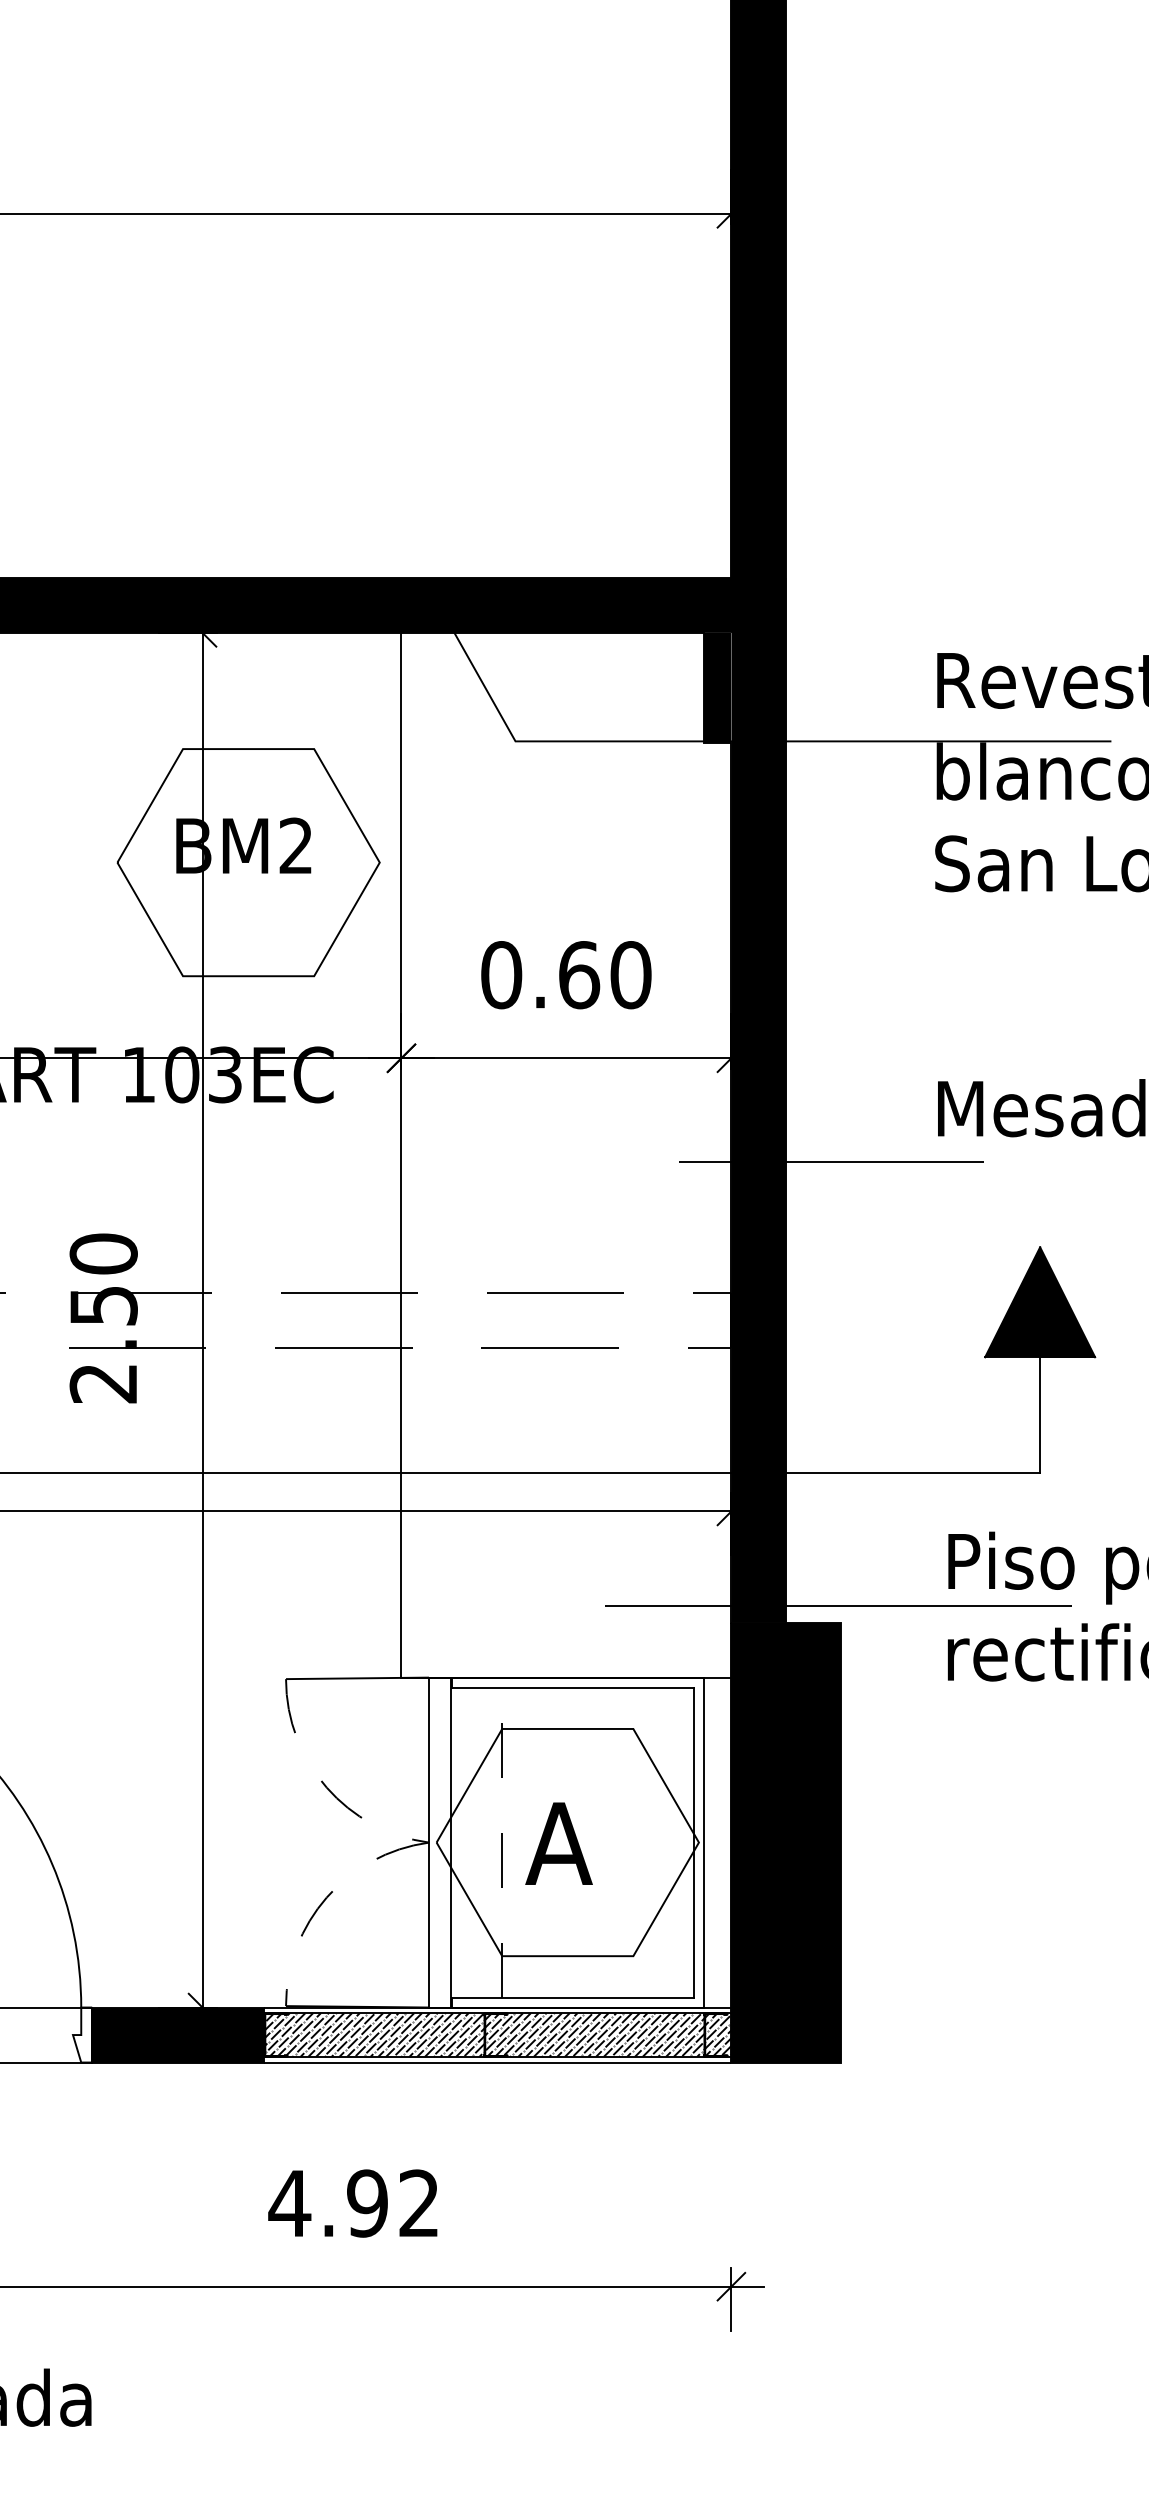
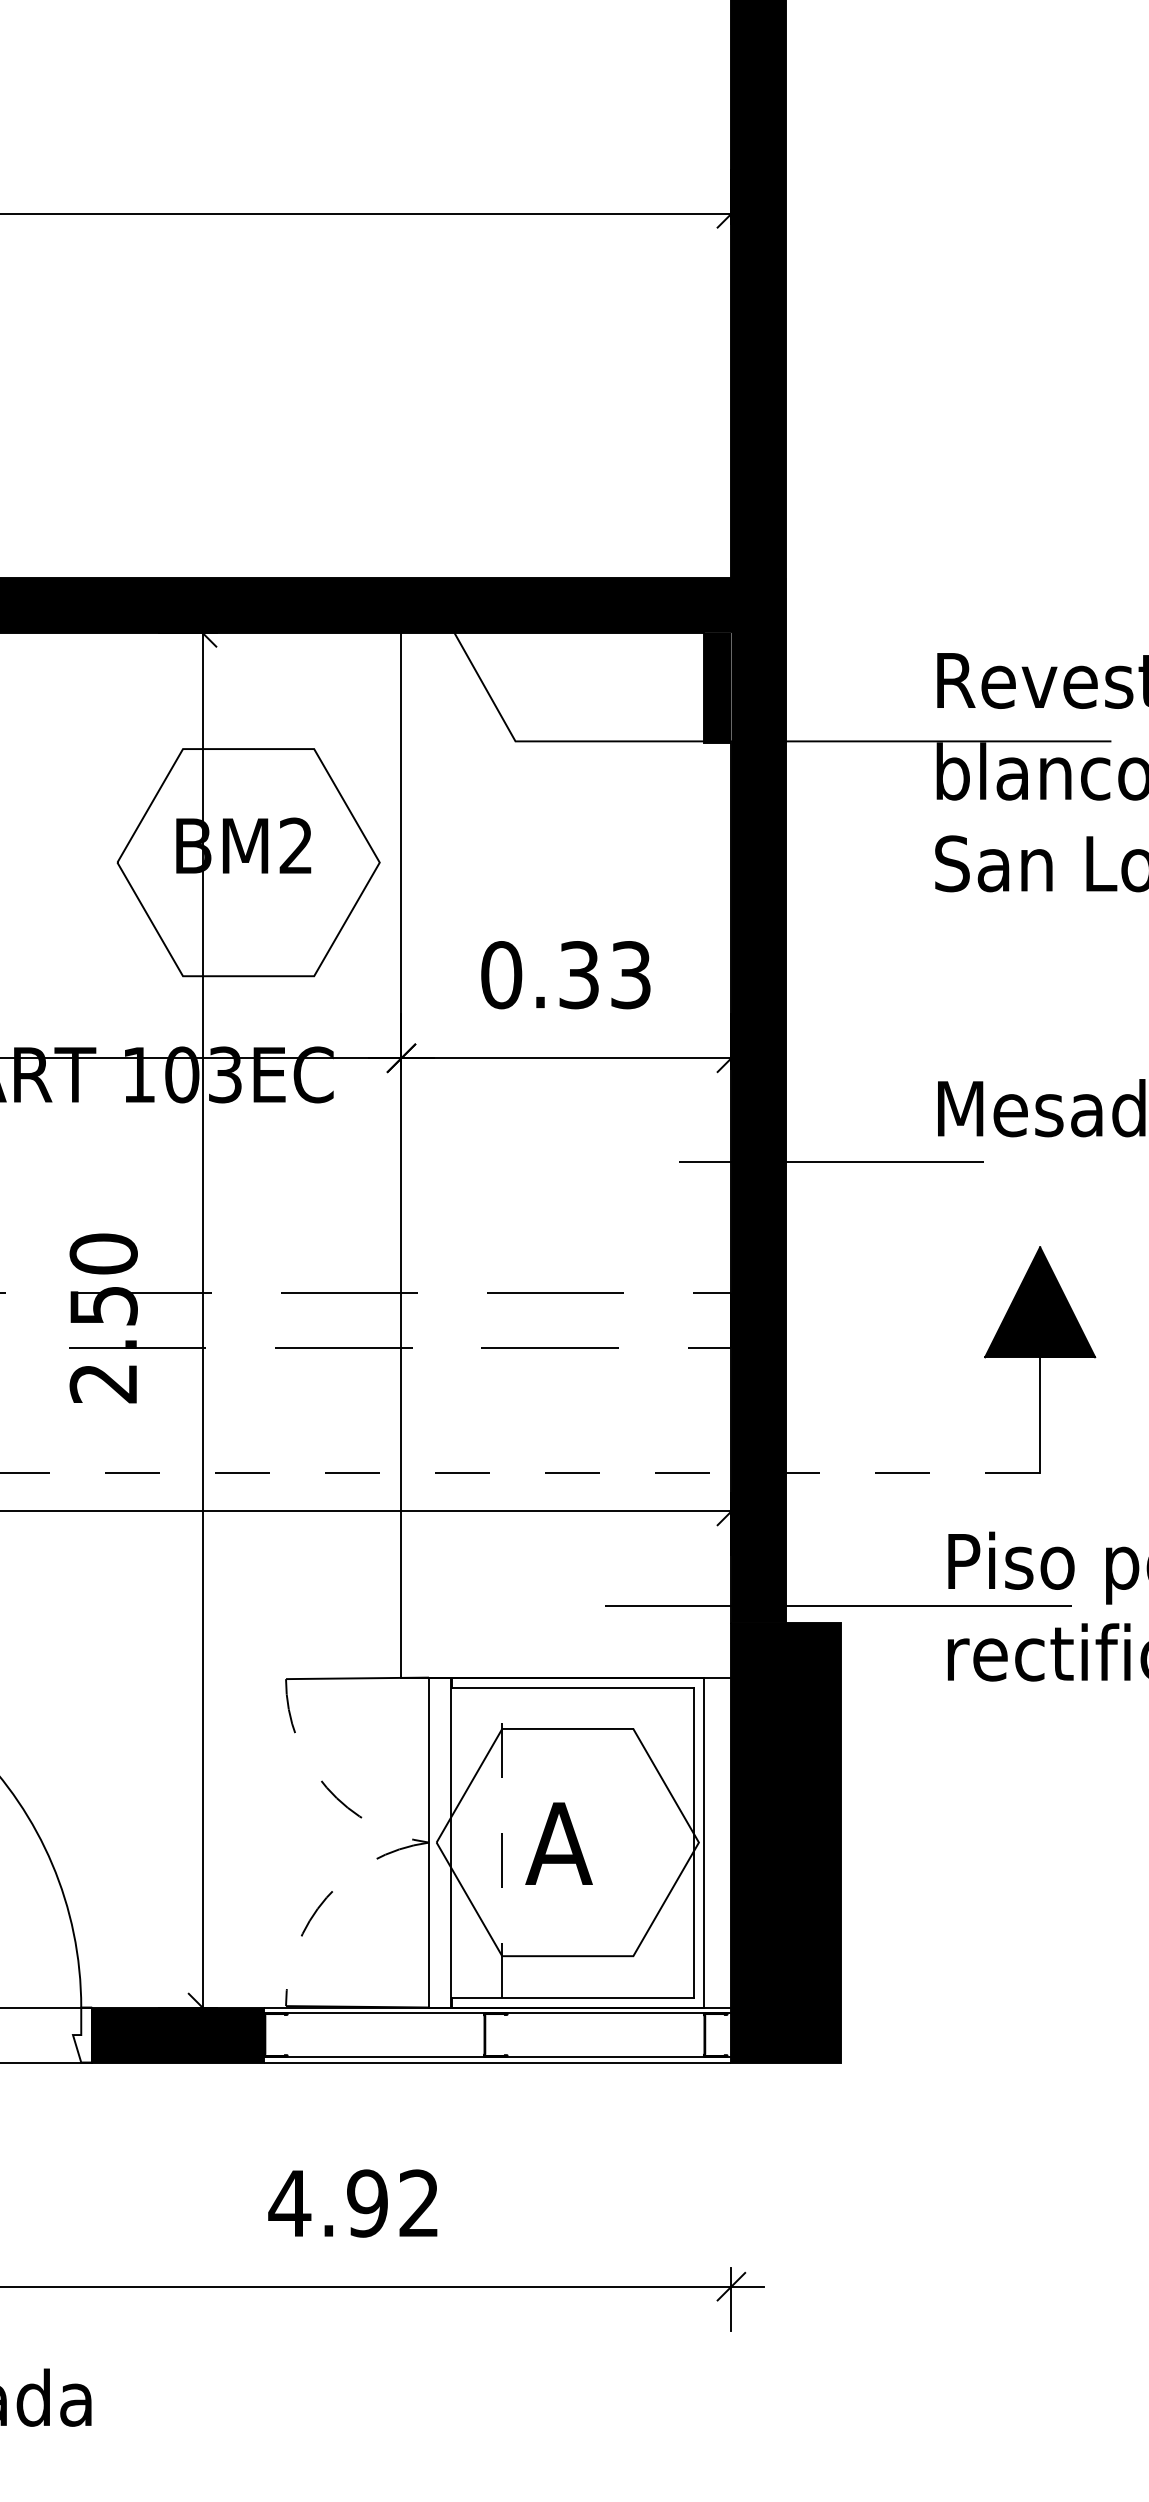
text at (605, 975): 0.60 -> 0.33
line at (520, 1472): solid -> dashed
hatch at (497, 2034): present -> none
